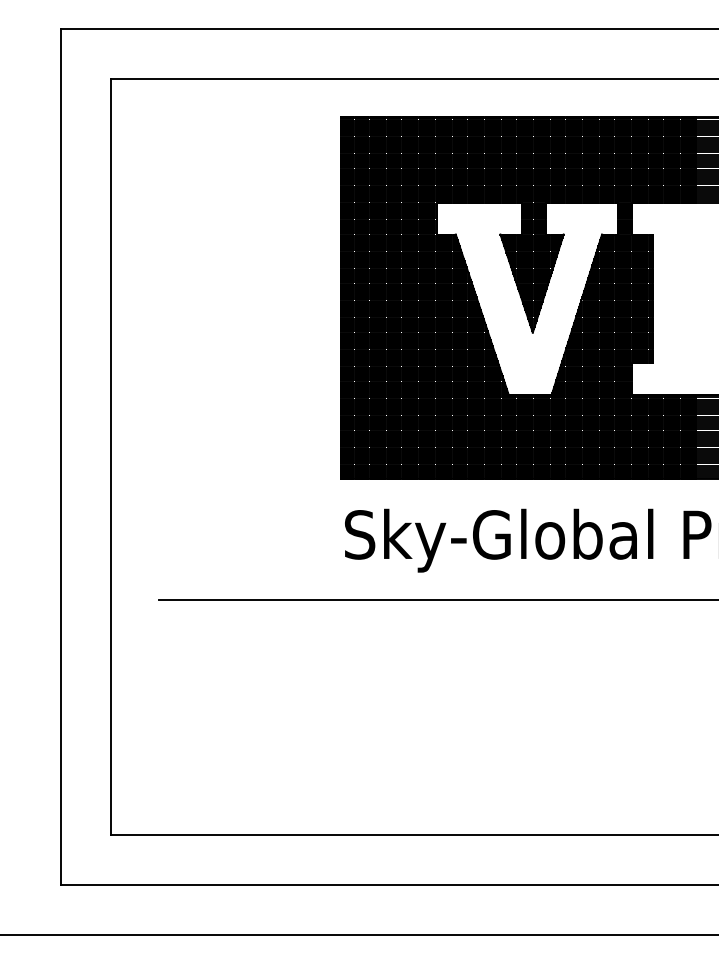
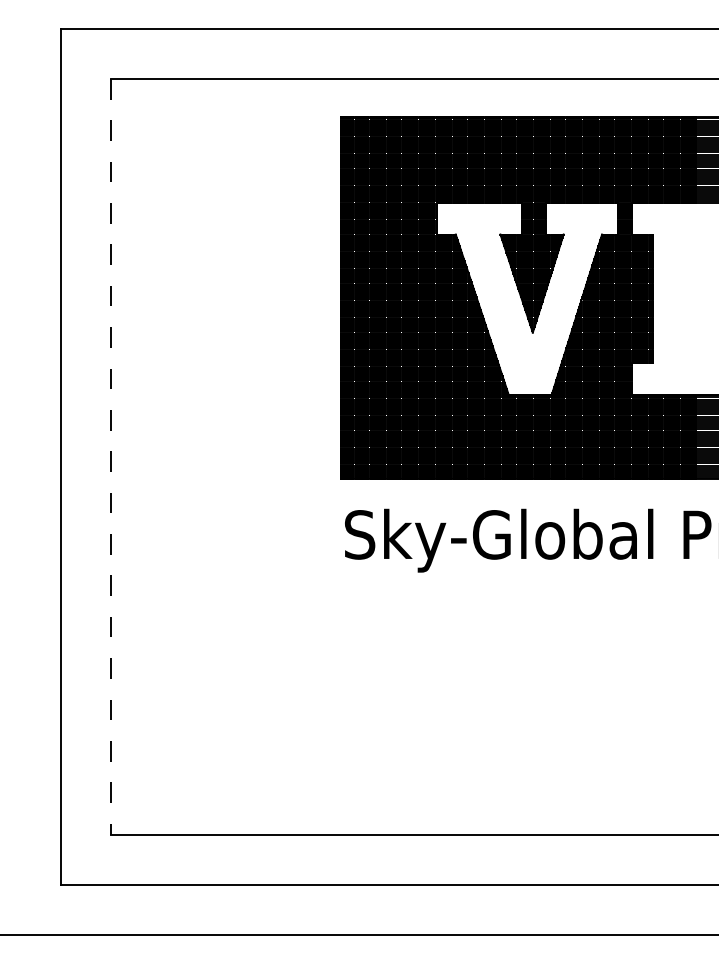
line at (111, 457): solid -> dashed
line at (436, 599): present -> none
